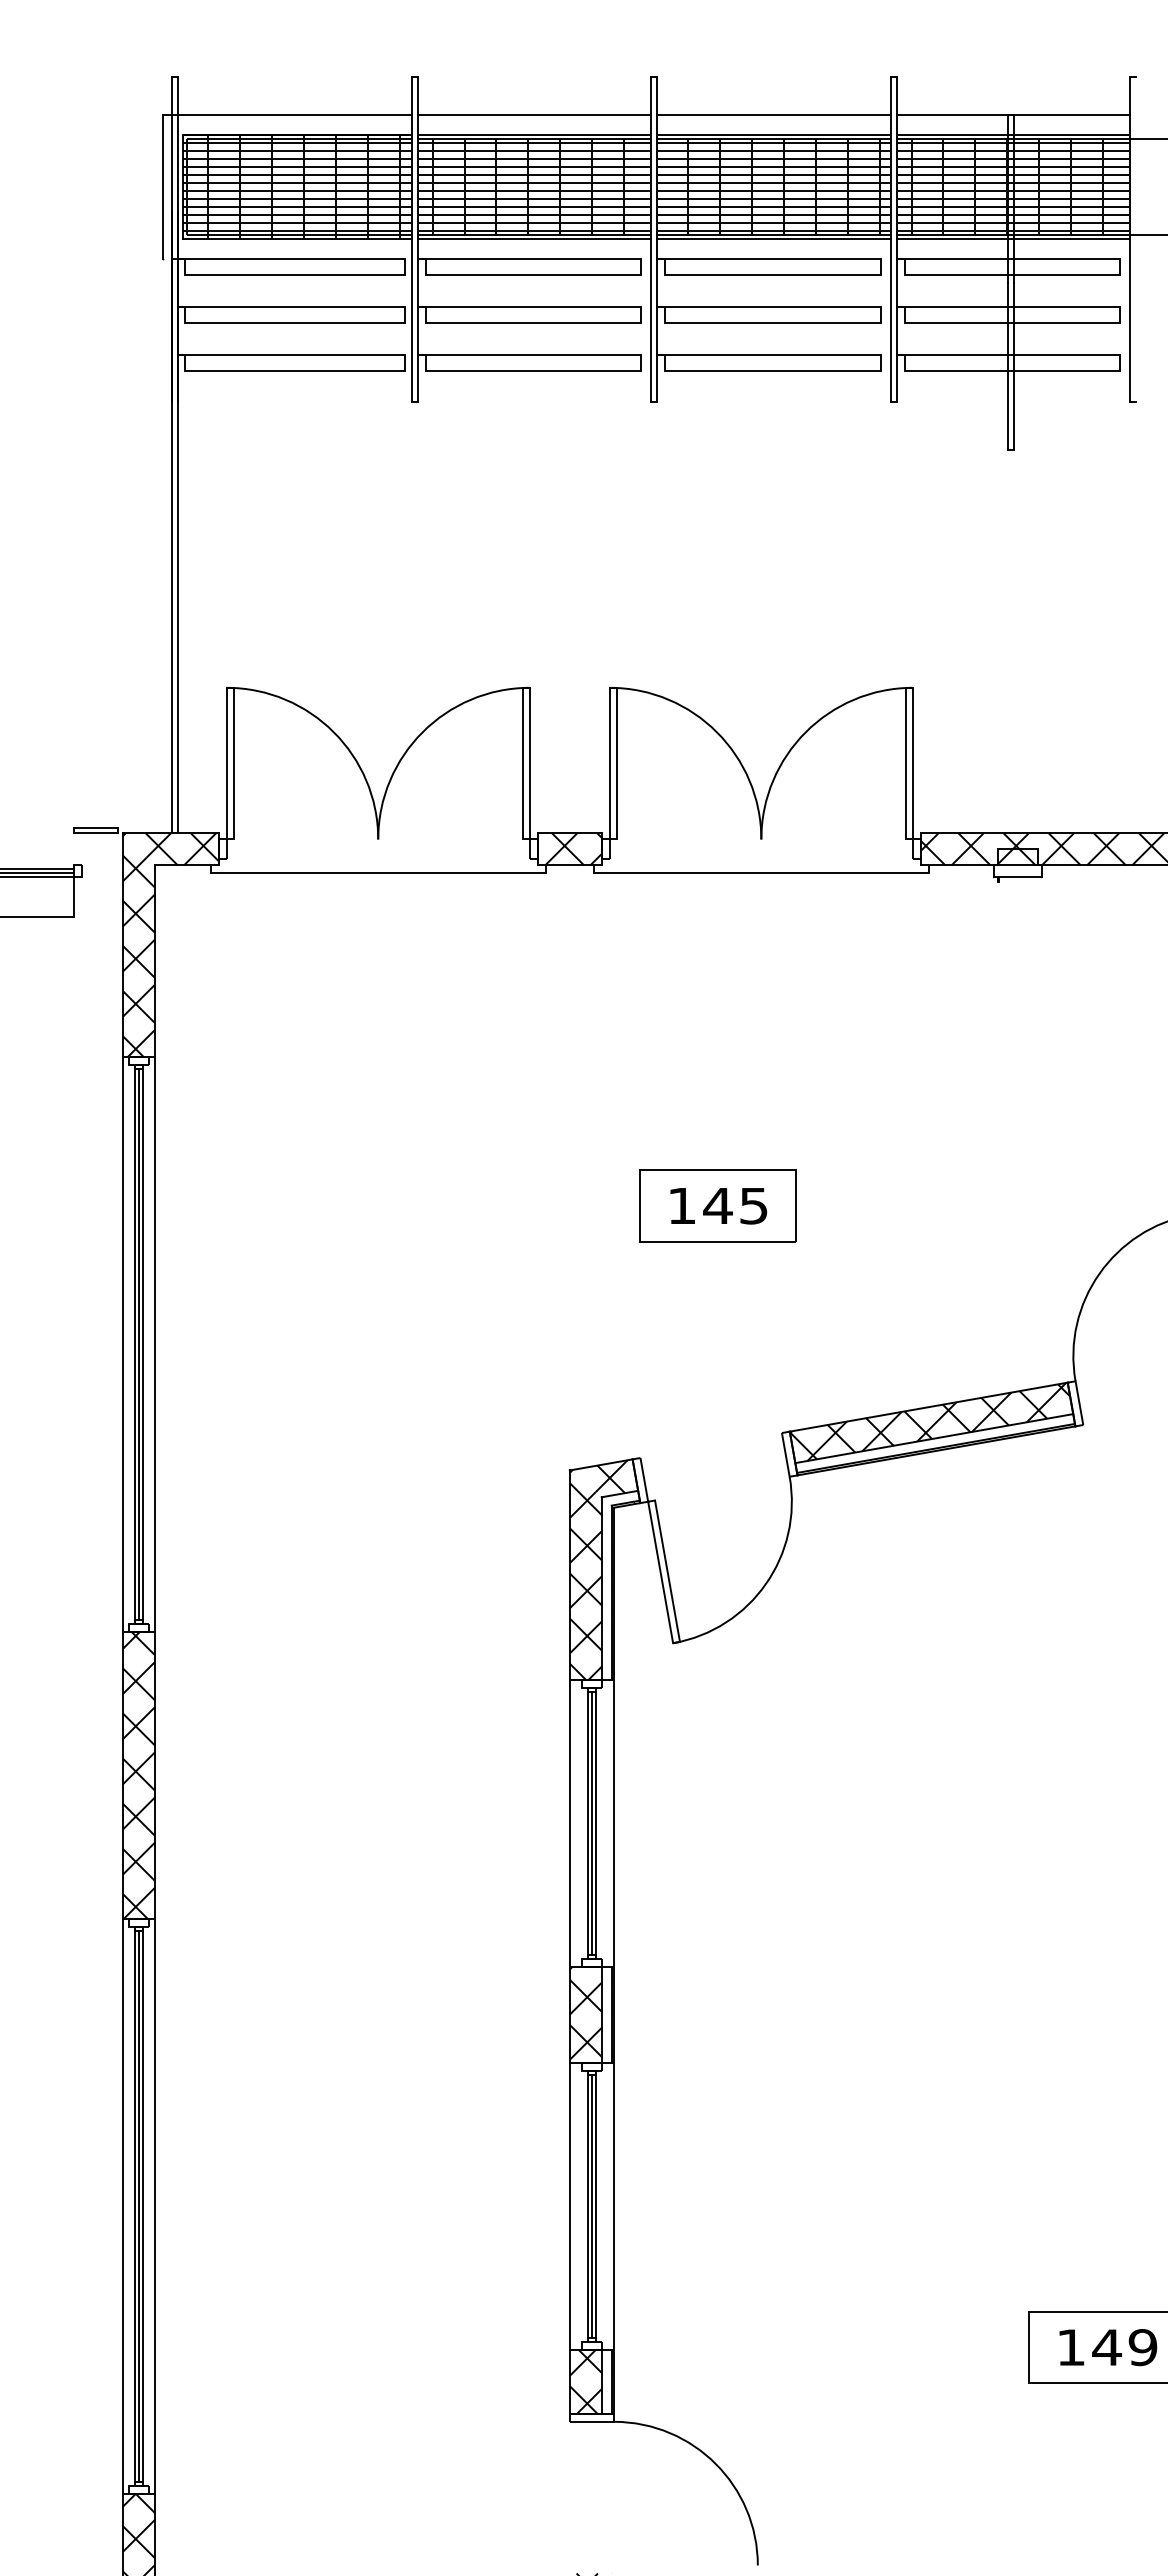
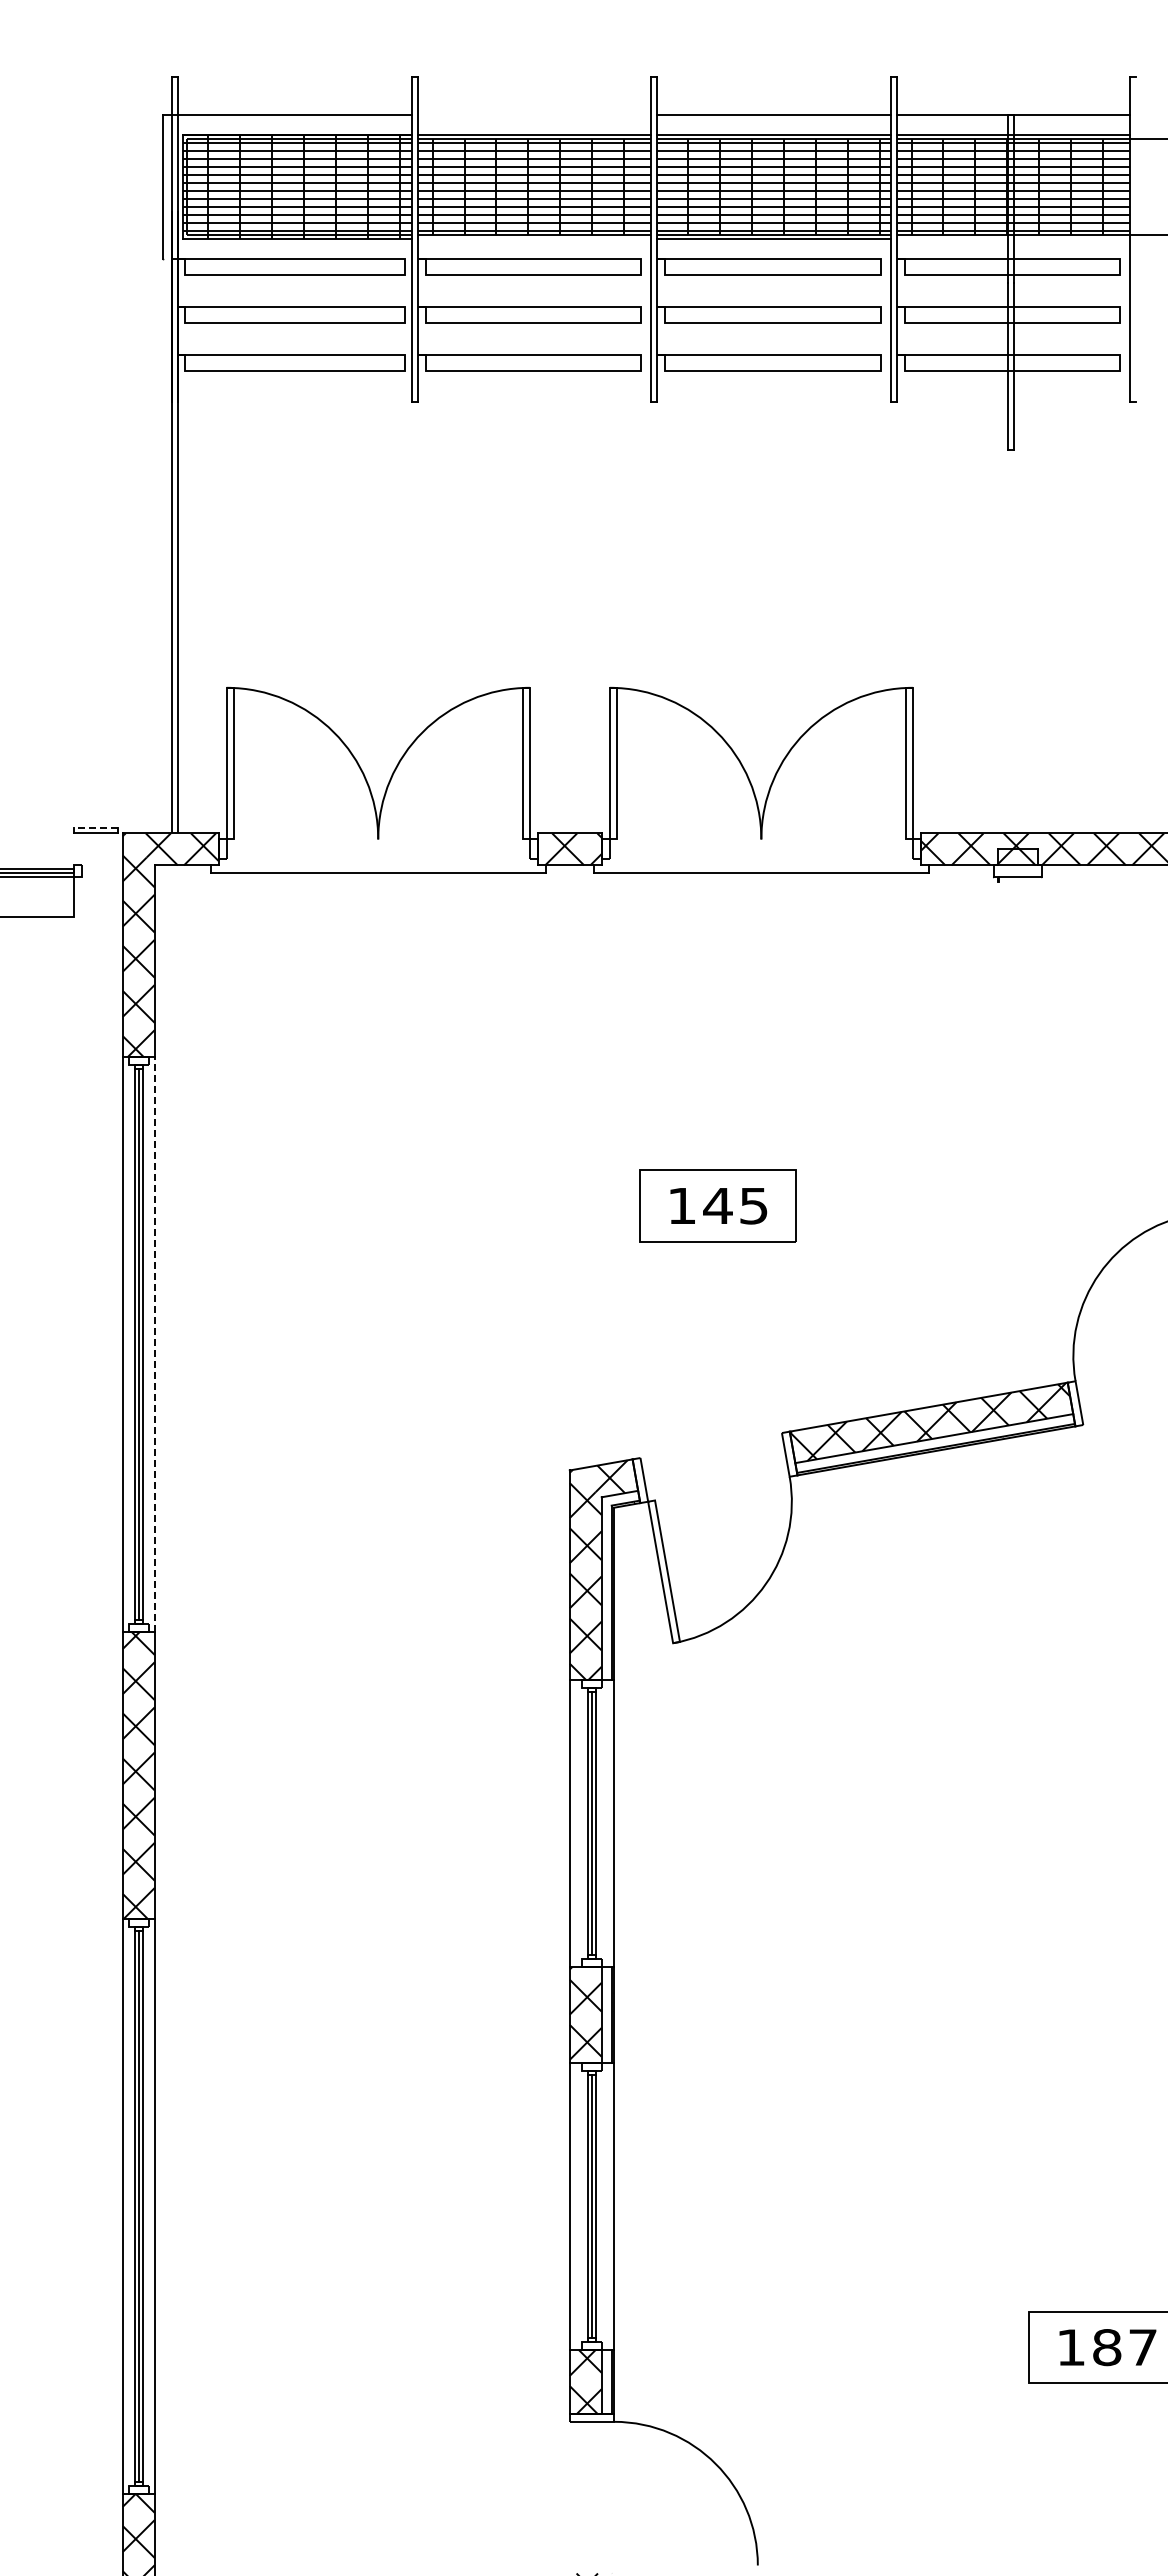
line at (534, 115): present -> none
line at (534, 238): present -> none
line at (1012, 238): present -> none
line at (96, 827): solid -> dashed
line at (154, 1343): solid -> dashed
text at (1124, 2347): 149 -> 187
